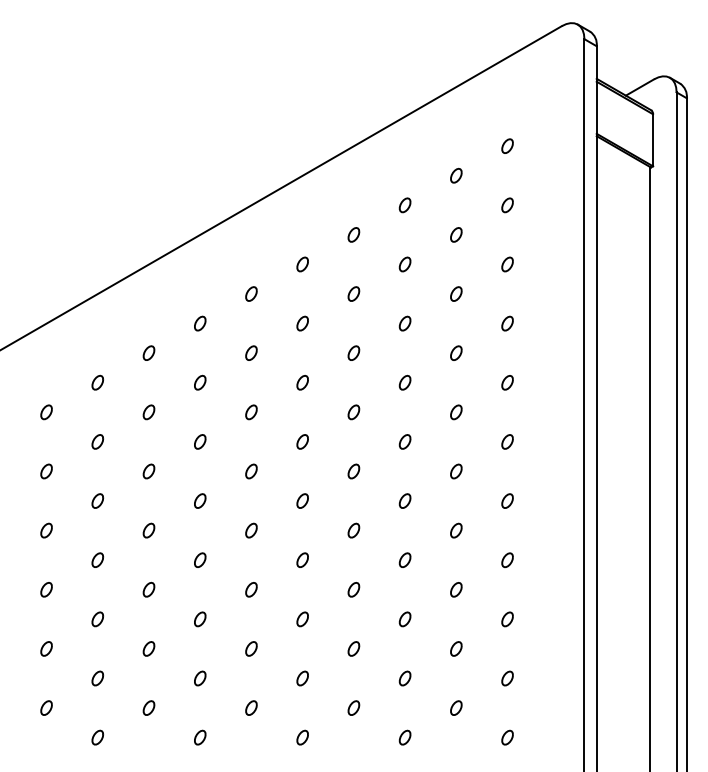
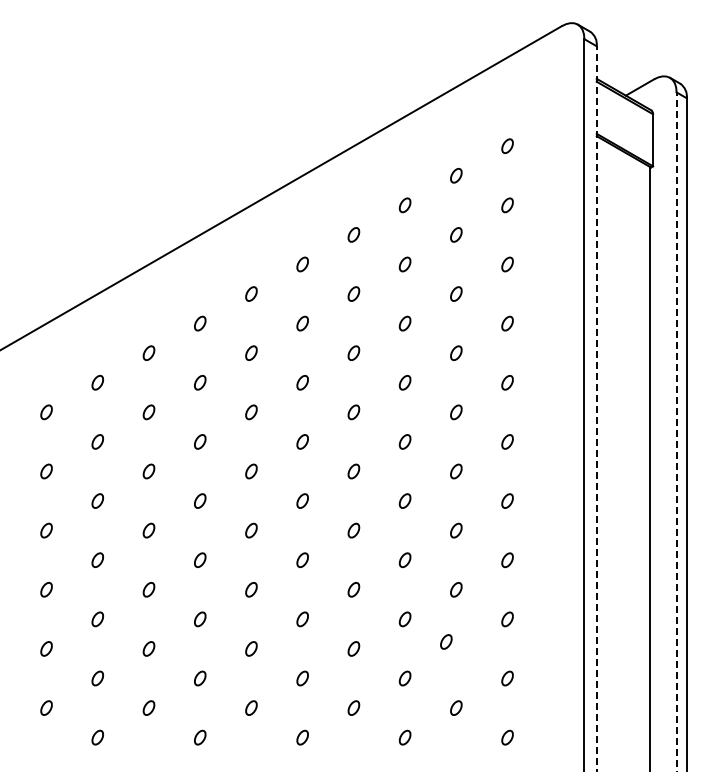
line at (596, 408): solid -> dashed
line at (676, 431): solid -> dashed
part at (456, 648) position: (456, 648) -> (446, 641)
